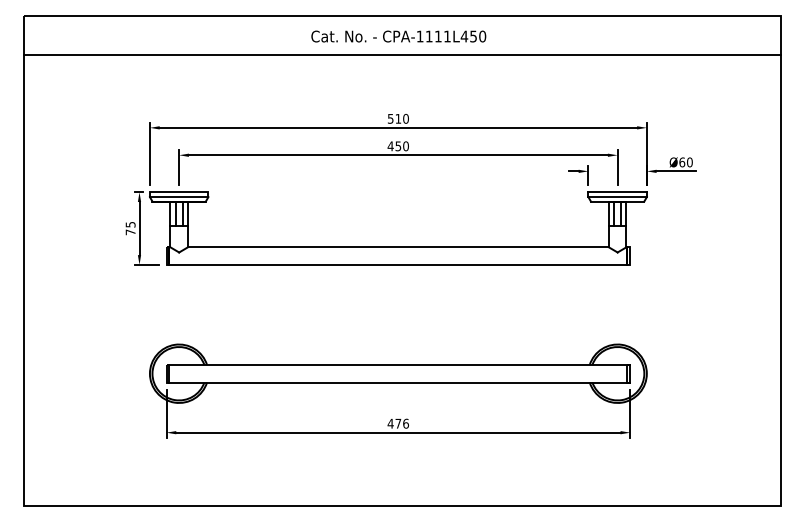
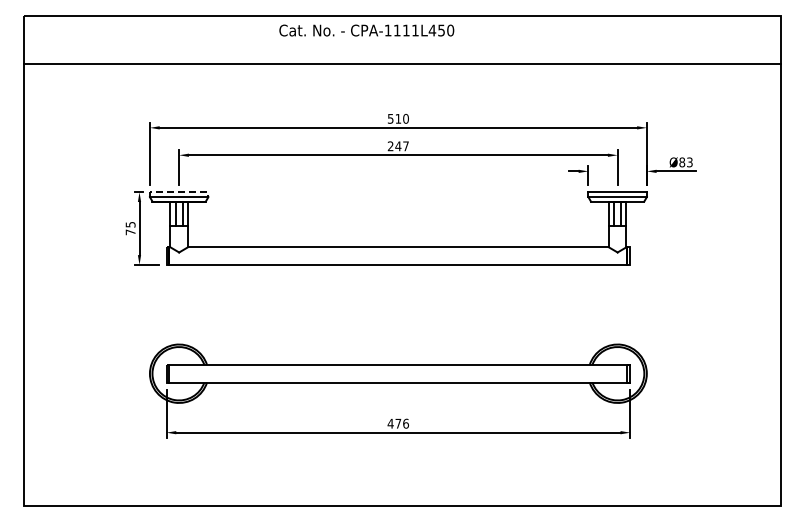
text at (398, 36) position: (398, 36) -> (366, 30)
line at (402, 55) position: (402, 55) -> (402, 64)
text at (397, 146): 450 -> 247
text at (685, 162): Ø60 -> Ø83
line at (179, 192): solid -> dashed
